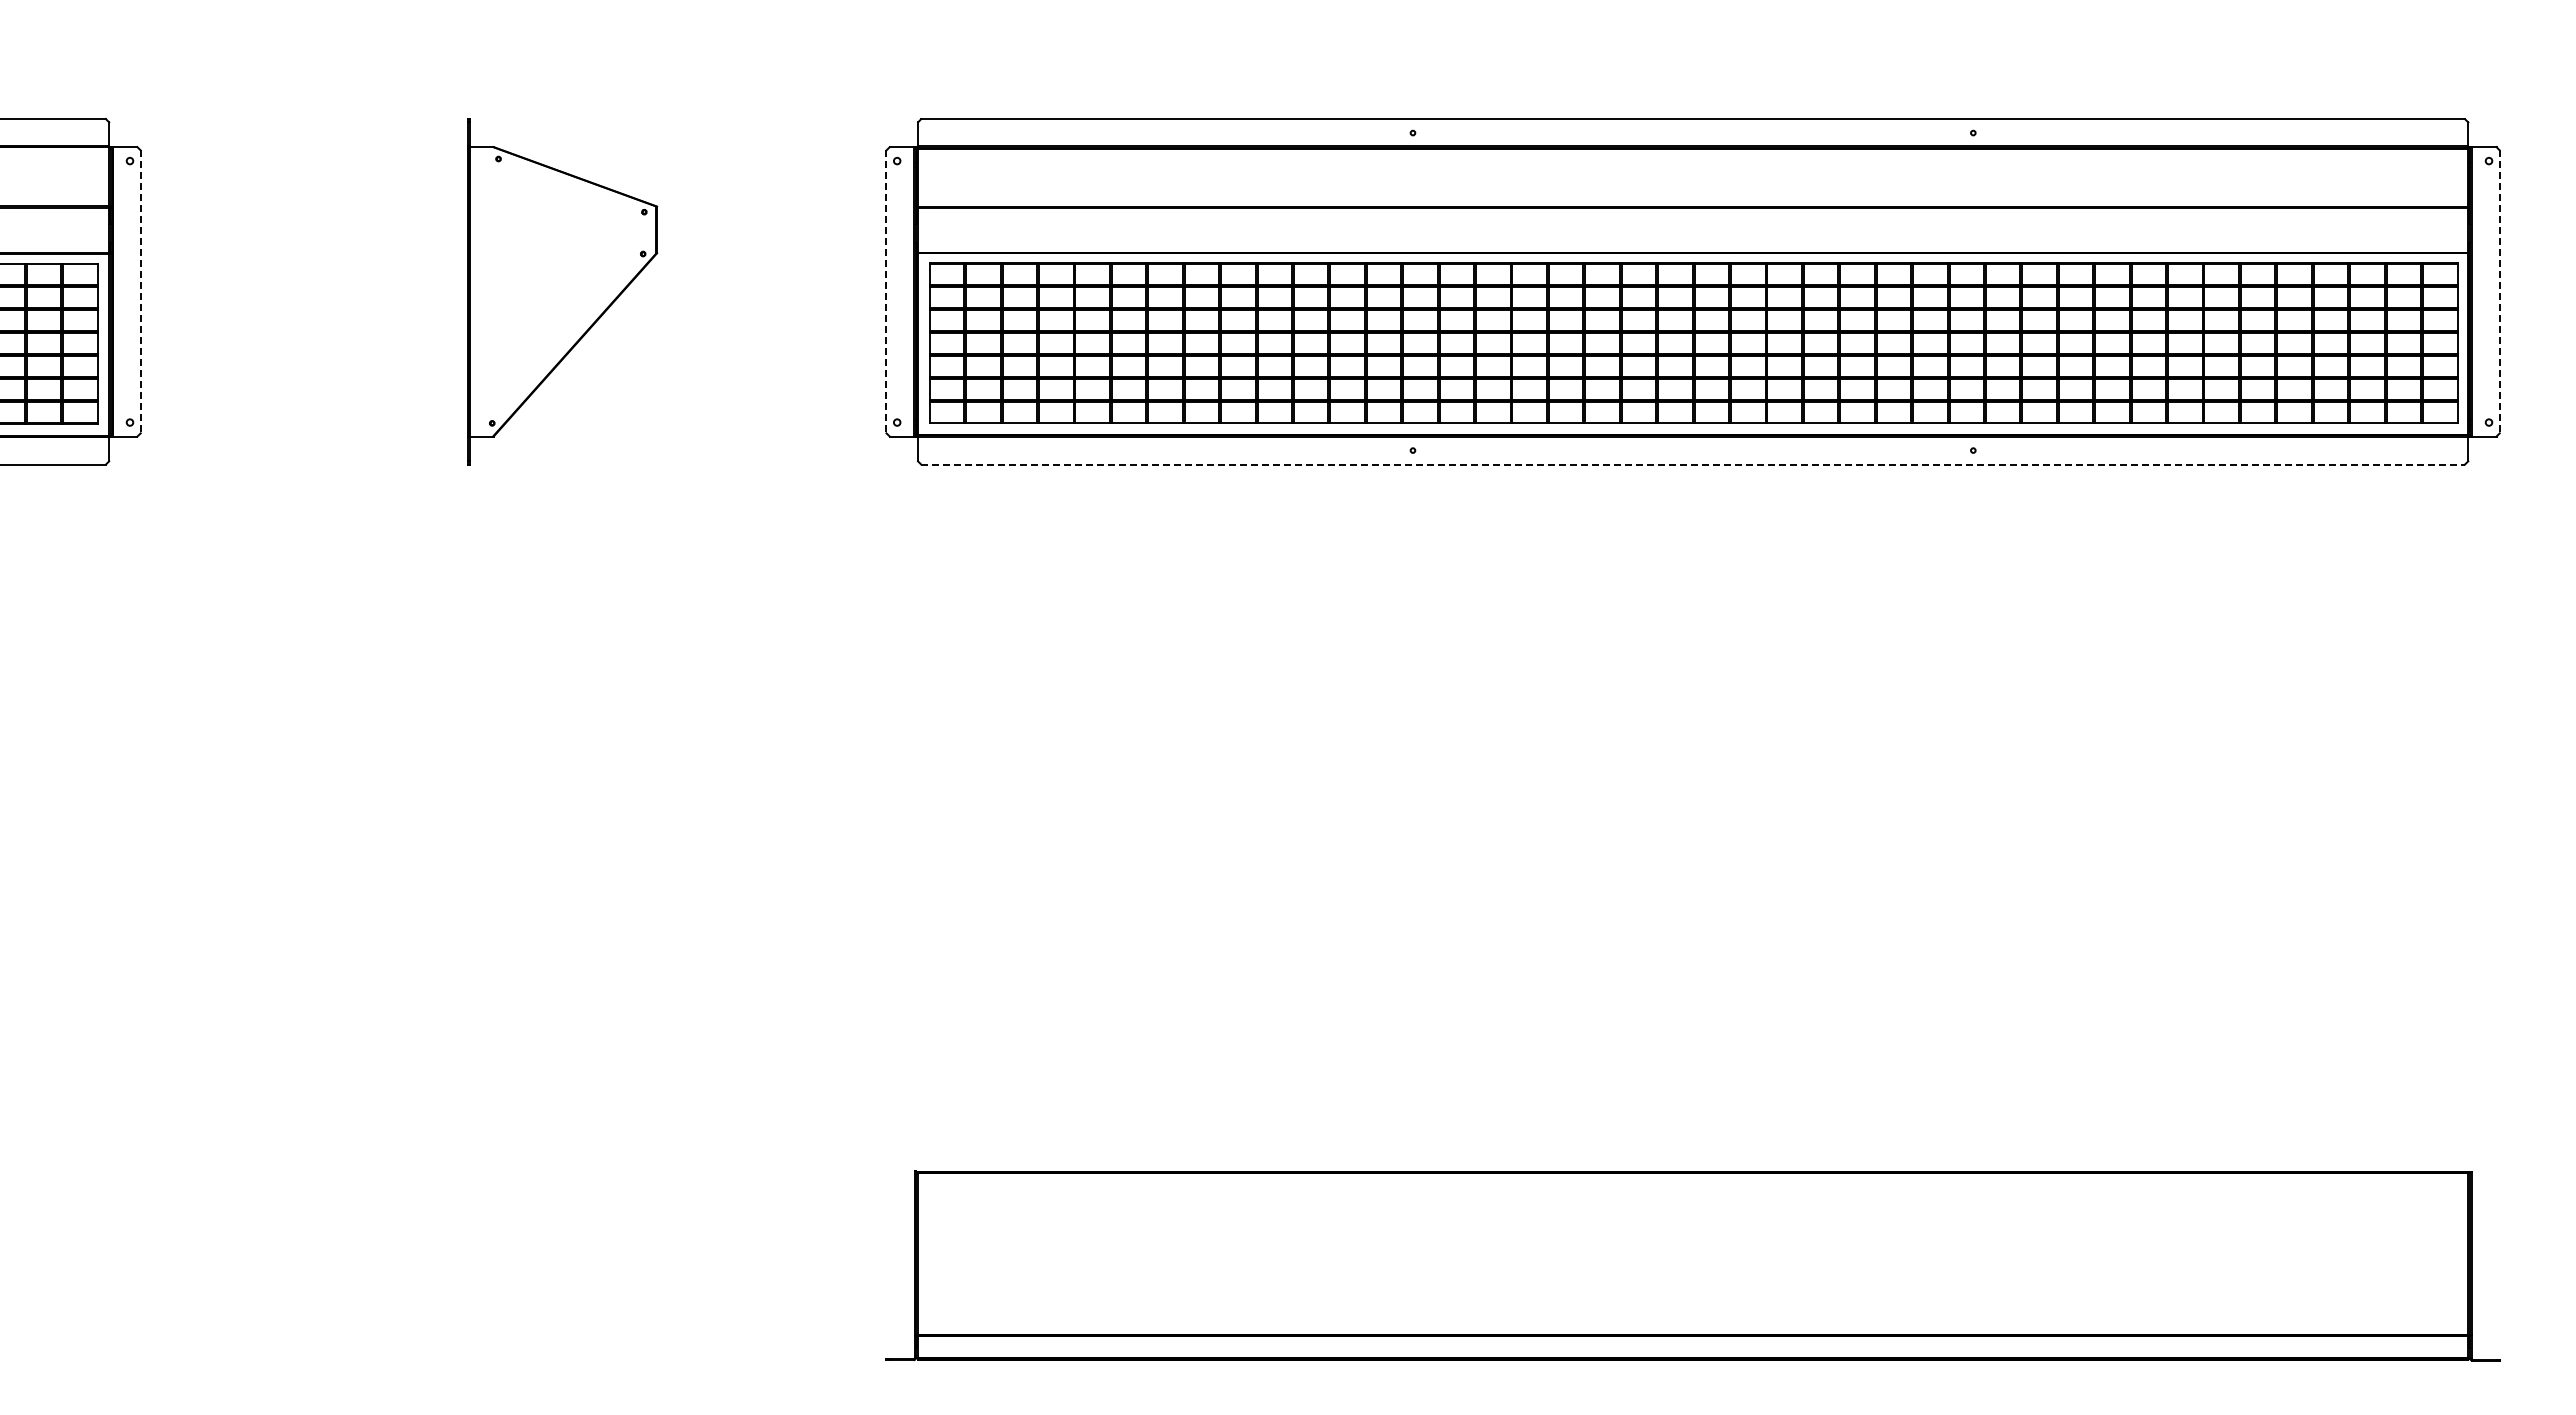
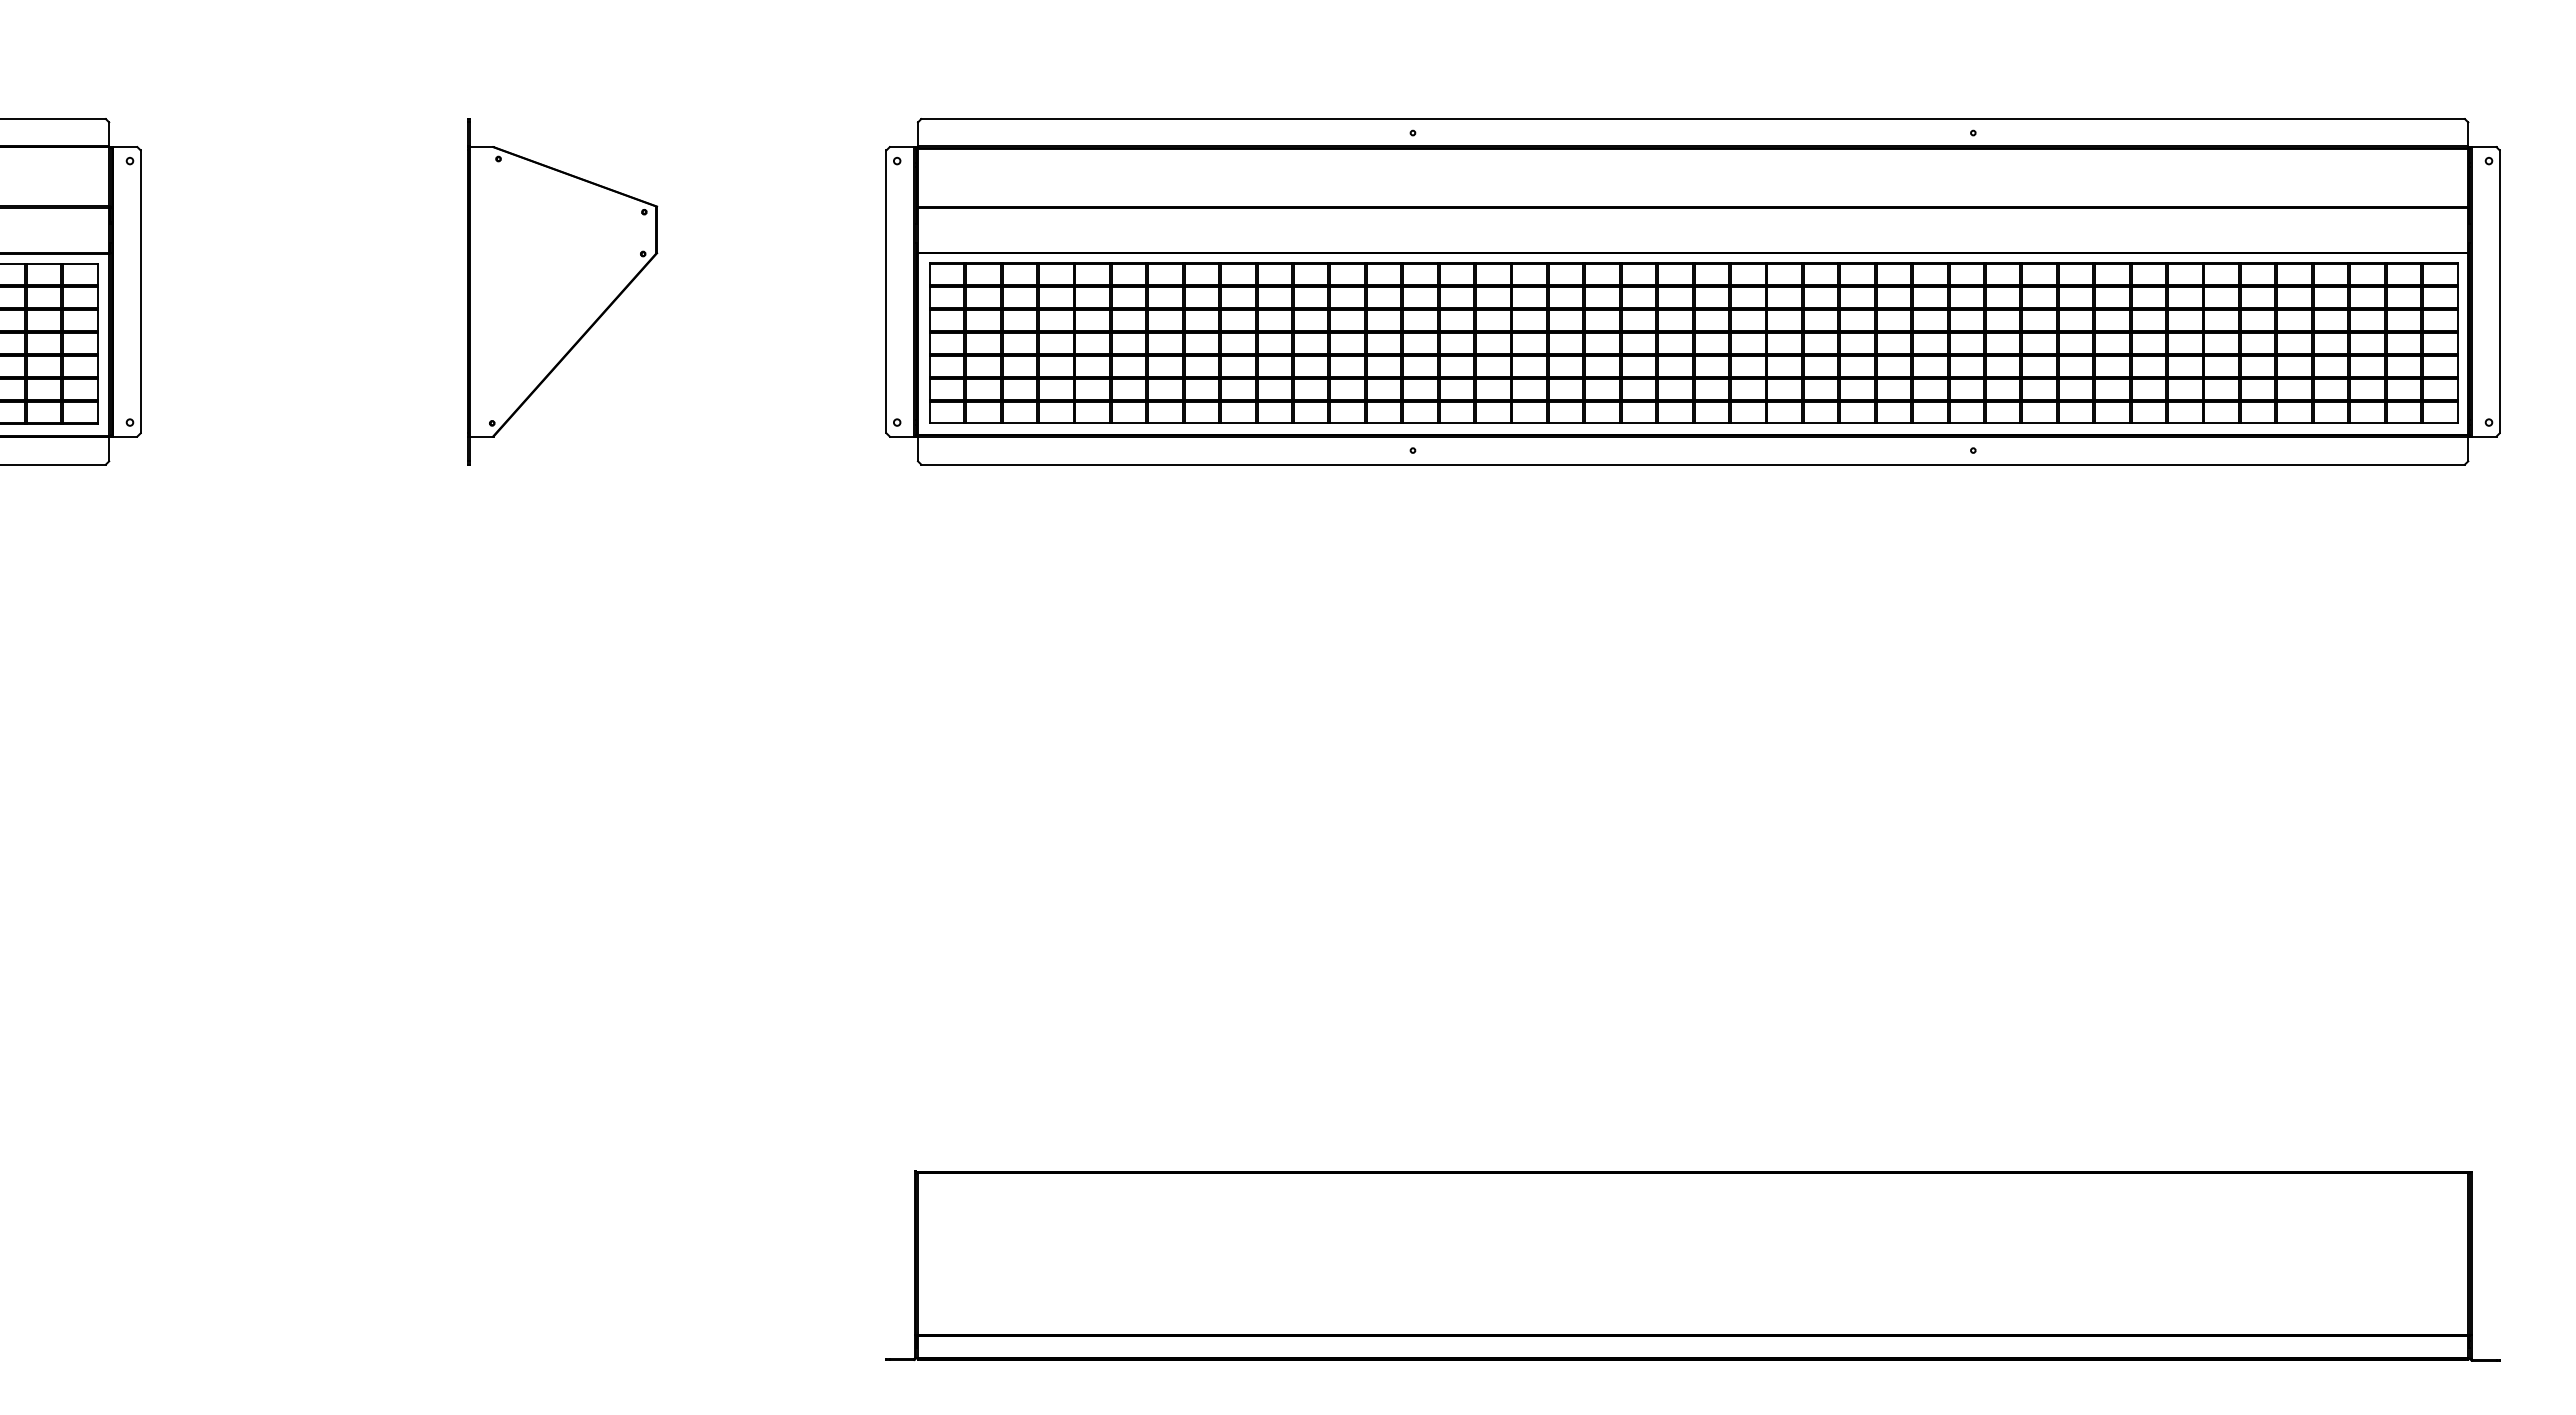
line at (140, 292): dashed -> solid
line at (886, 292): dashed -> solid
line at (2499, 292): dashed -> solid
line at (1693, 464): dashed -> solid
